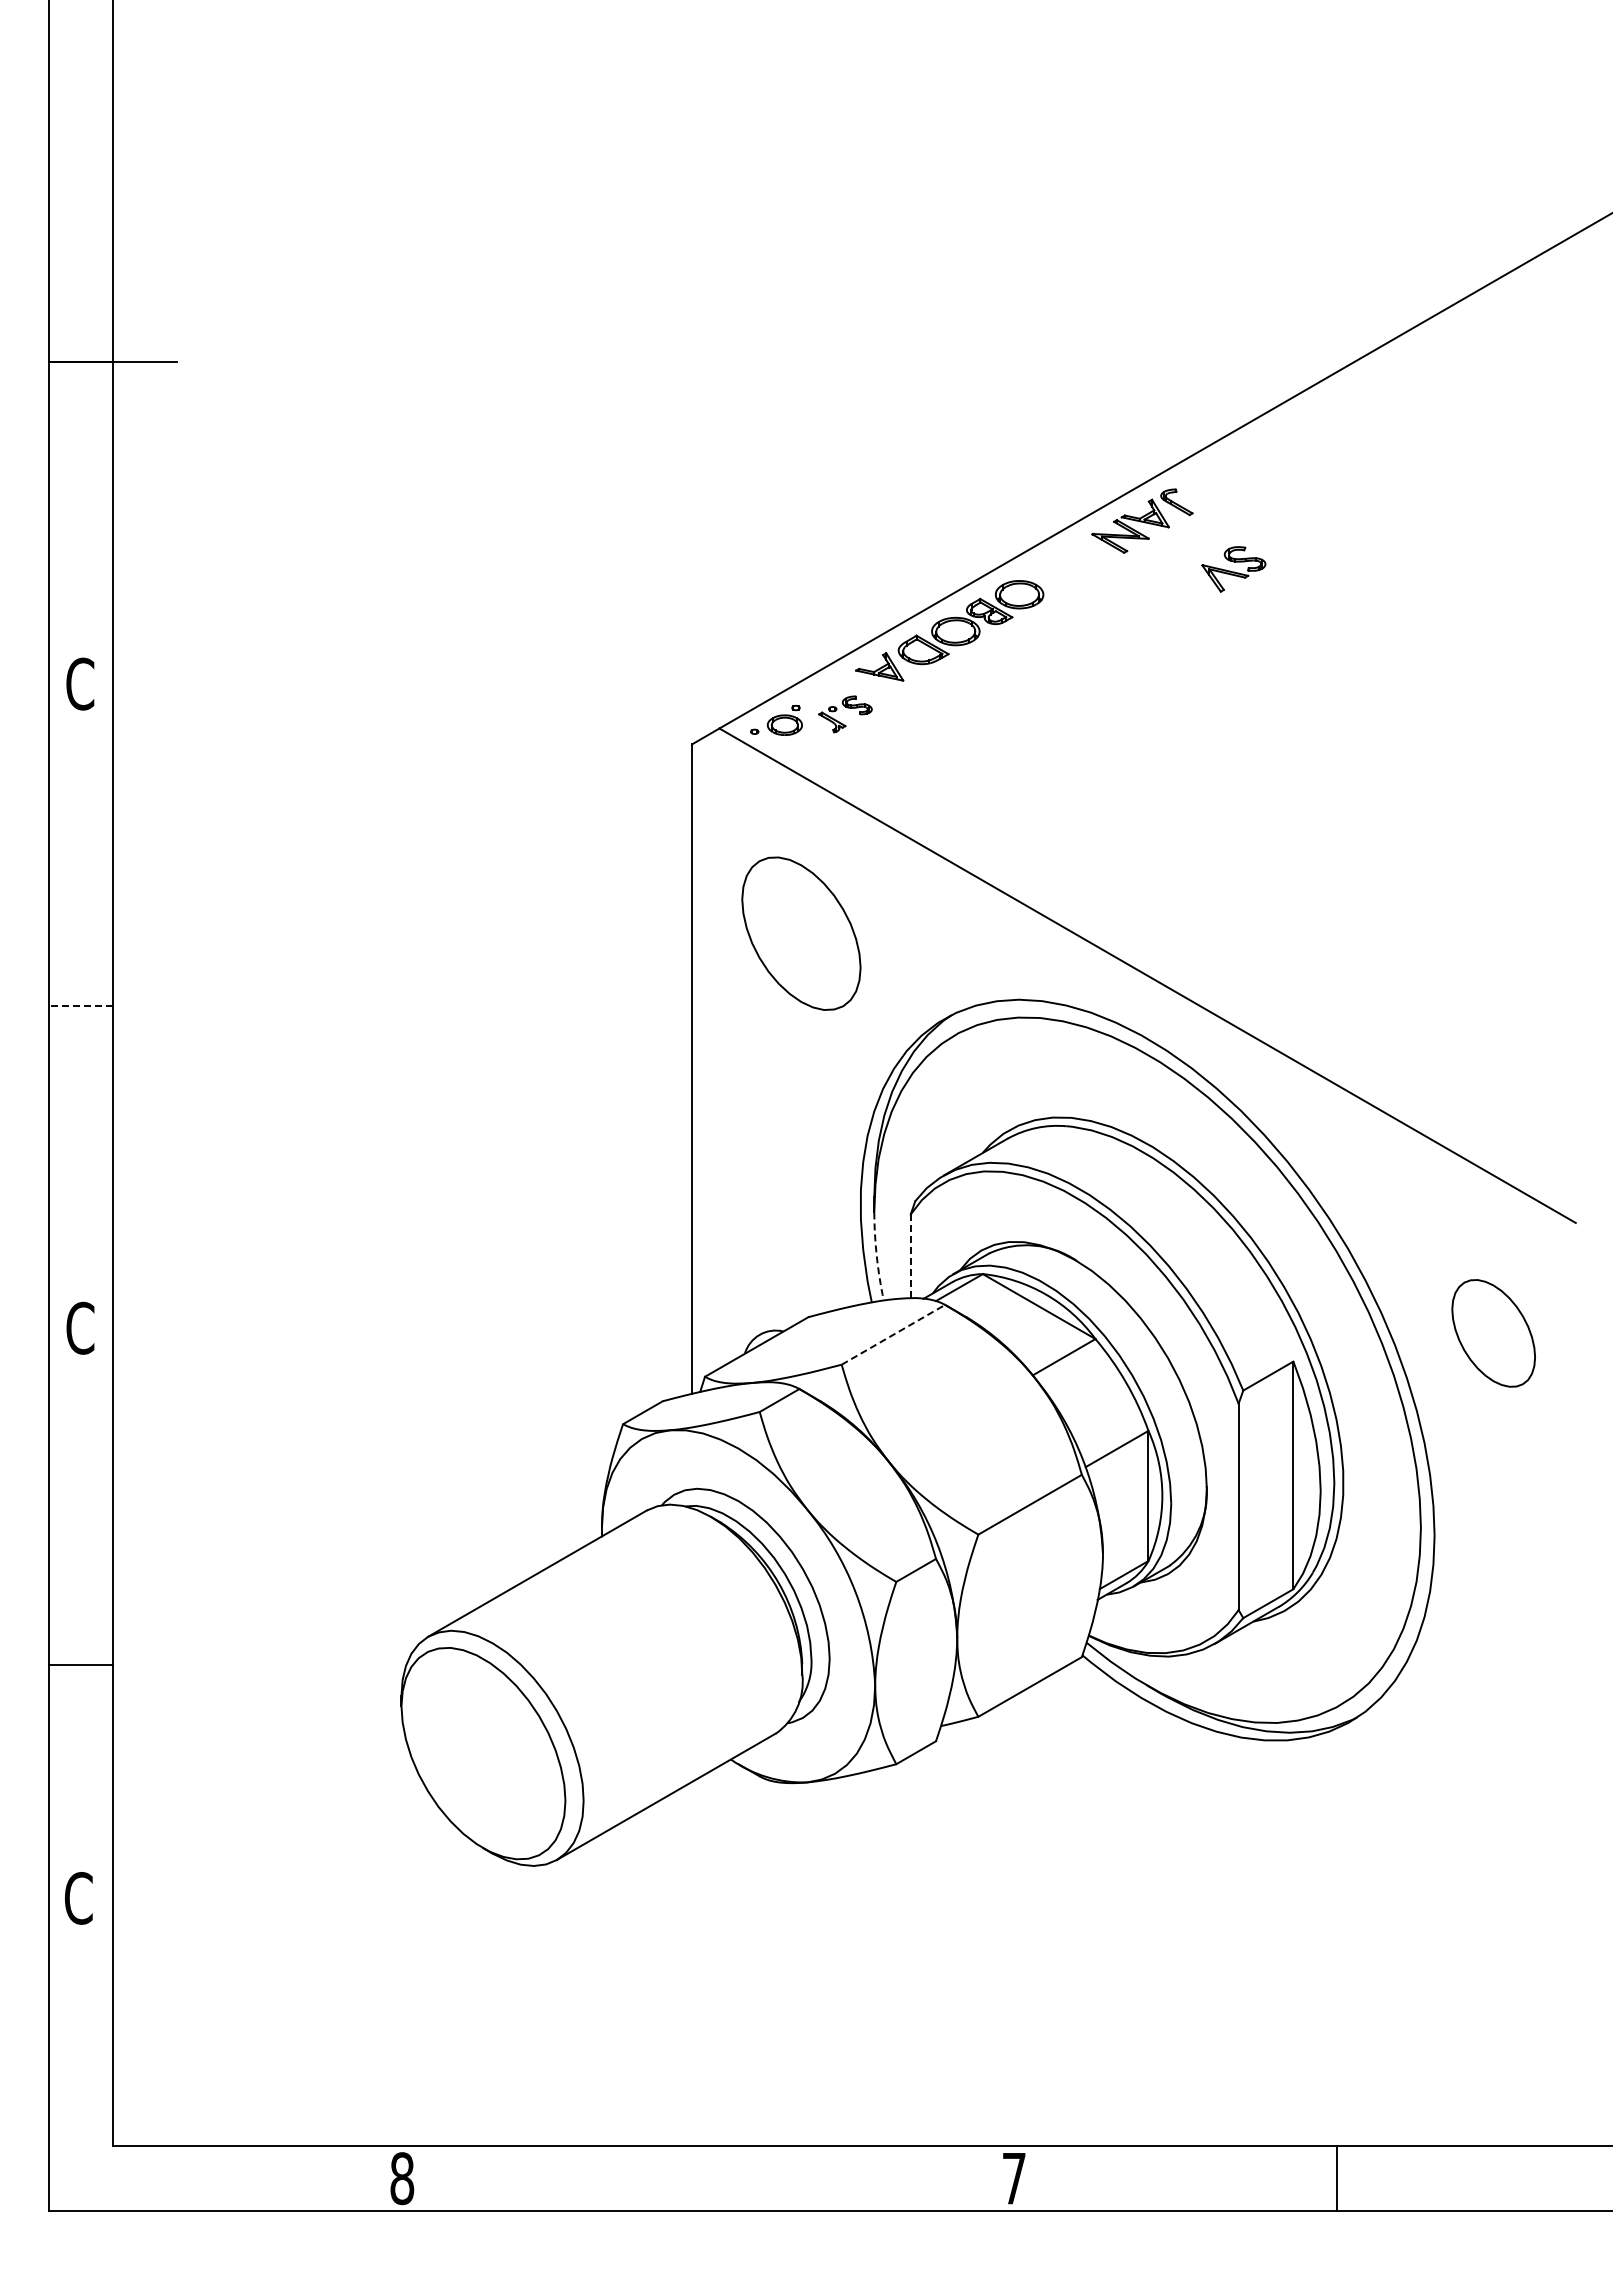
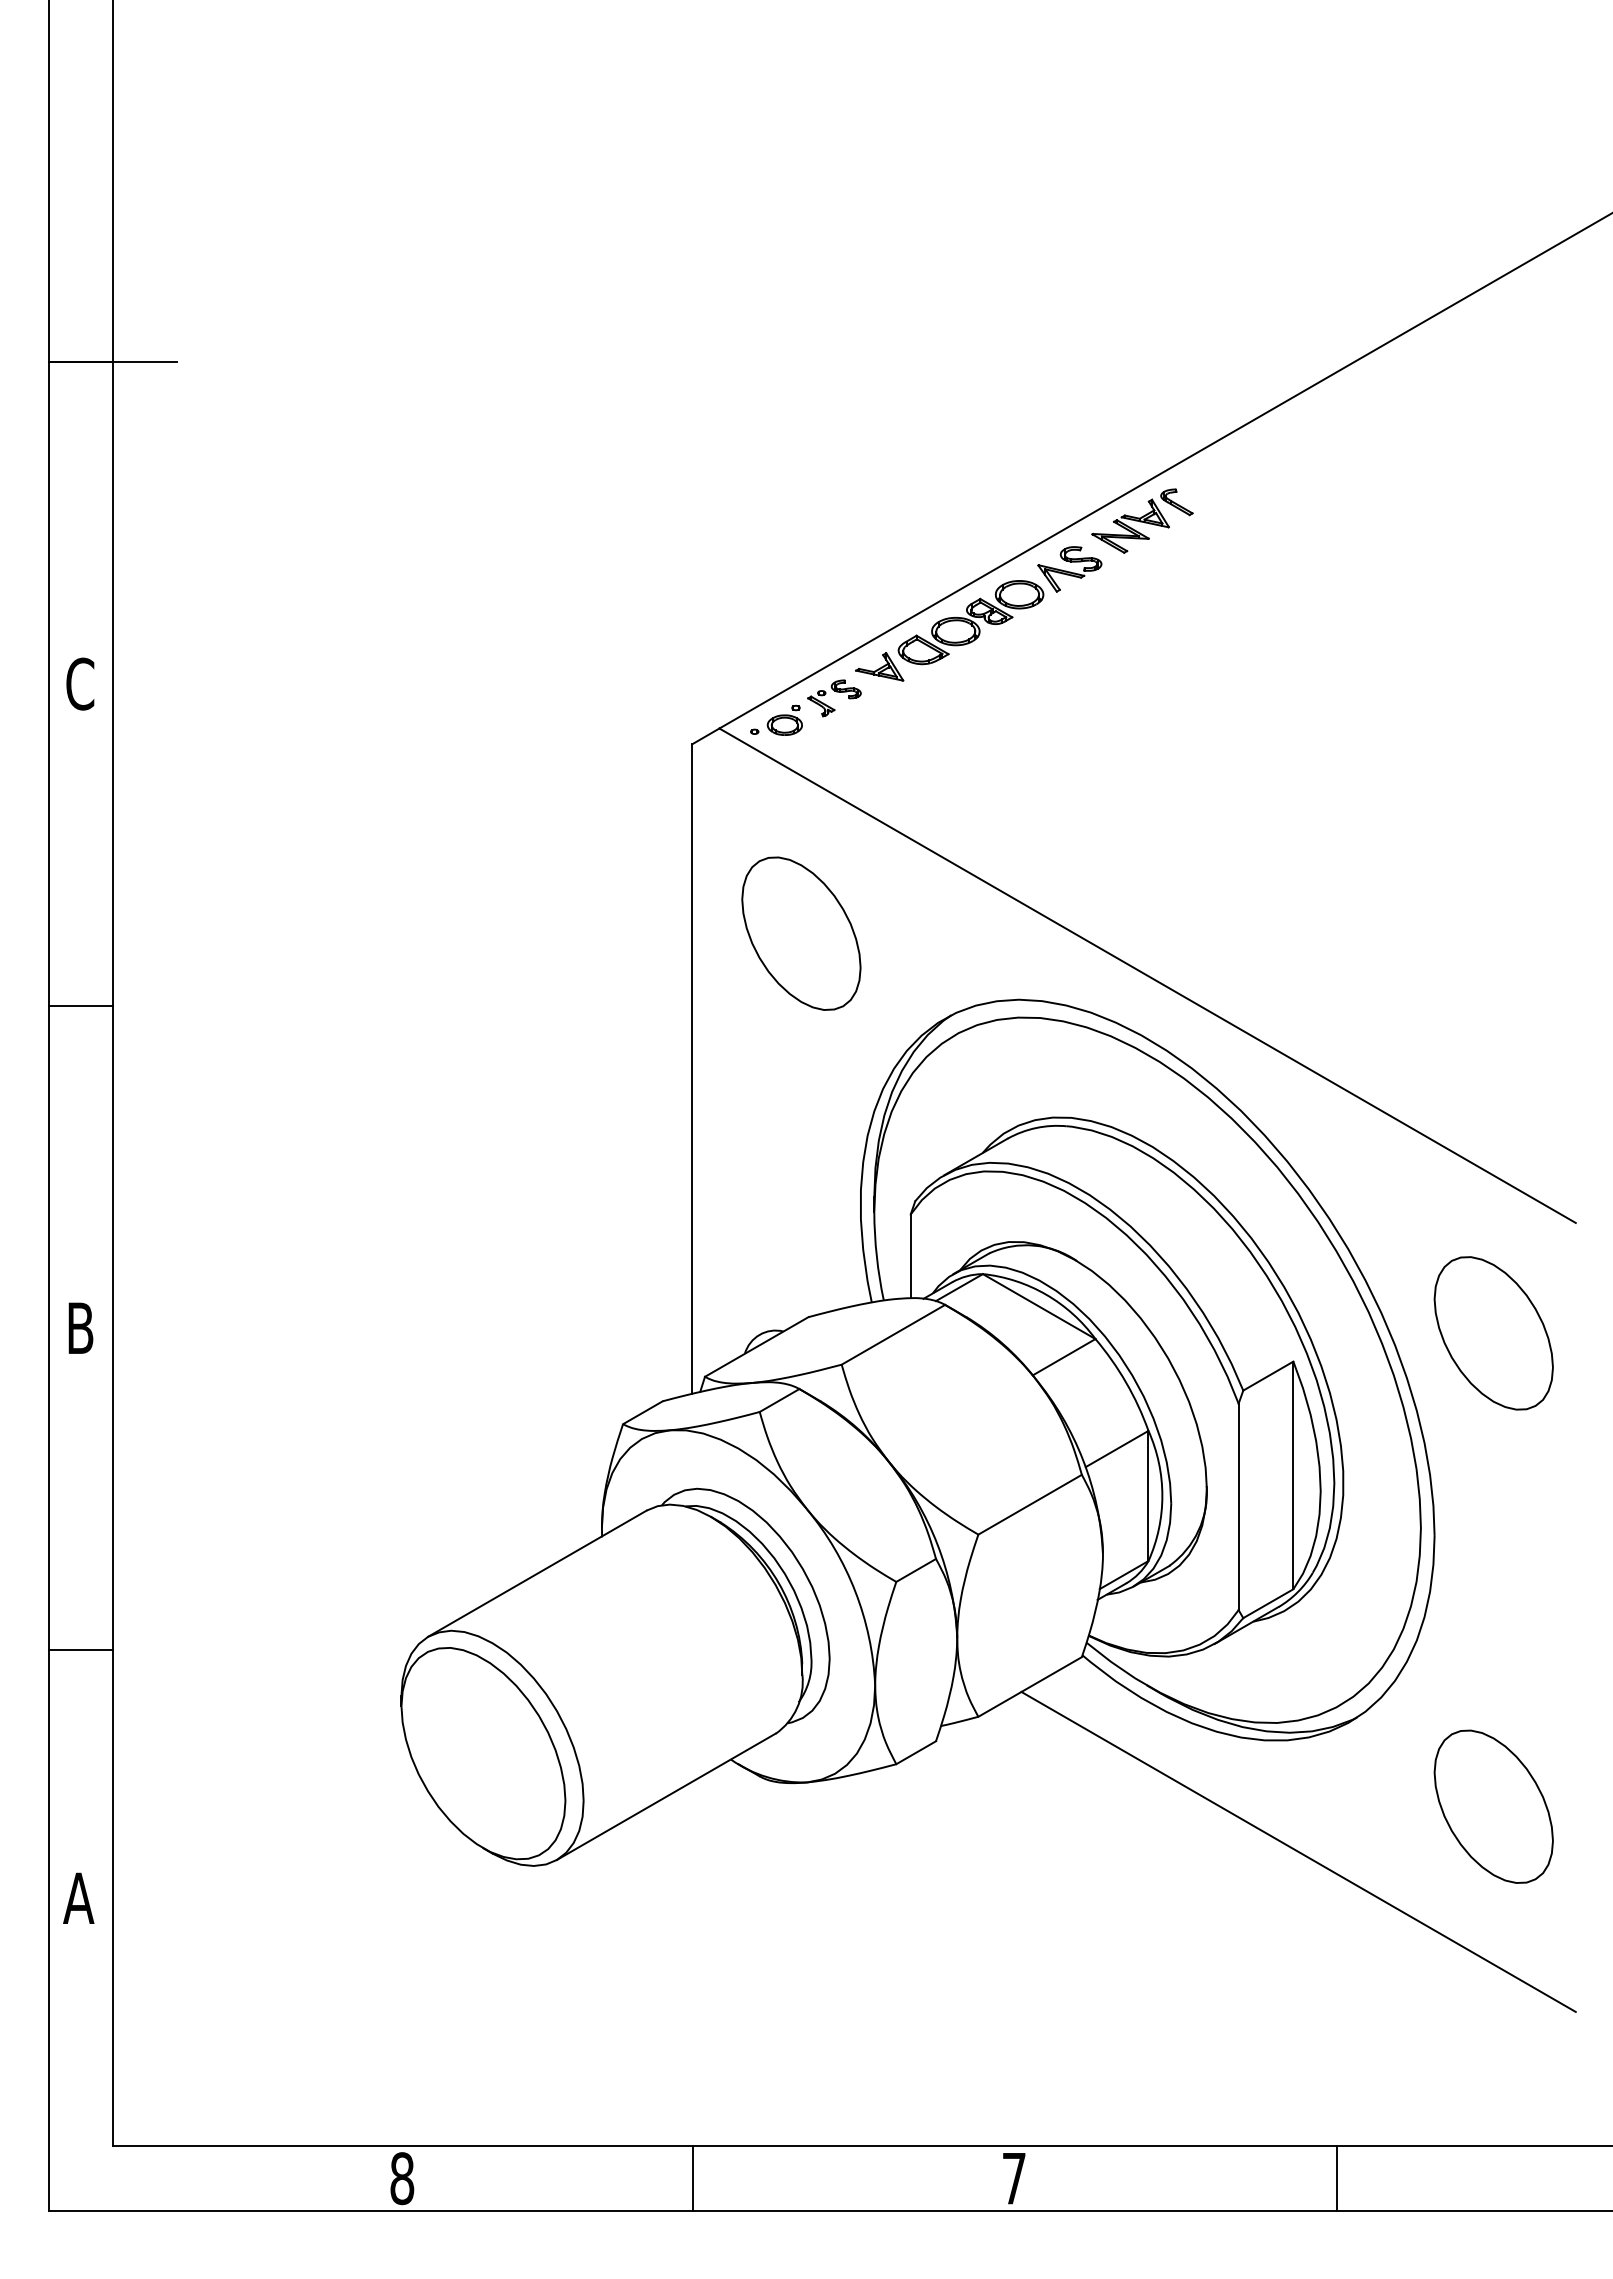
part at (1233, 569) position: (1233, 569) -> (1069, 569)
part at (847, 708) position: (847, 708) -> (836, 692)
line at (80, 1006): dashed -> solid
arc at (876, 1256): dashed -> solid
line at (910, 1256): dashed -> solid
text at (80, 1327): C -> B
part at (1493, 1333) size: 85x109 px -> 121x155 px
line at (893, 1334): dashed -> solid
line at (80, 1665) position: (80, 1665) -> (80, 1650)
part at (1493, 1806): none -> present
line at (1298, 1851): none -> present
text at (78, 1898): C -> A
line at (692, 2178): none -> present
